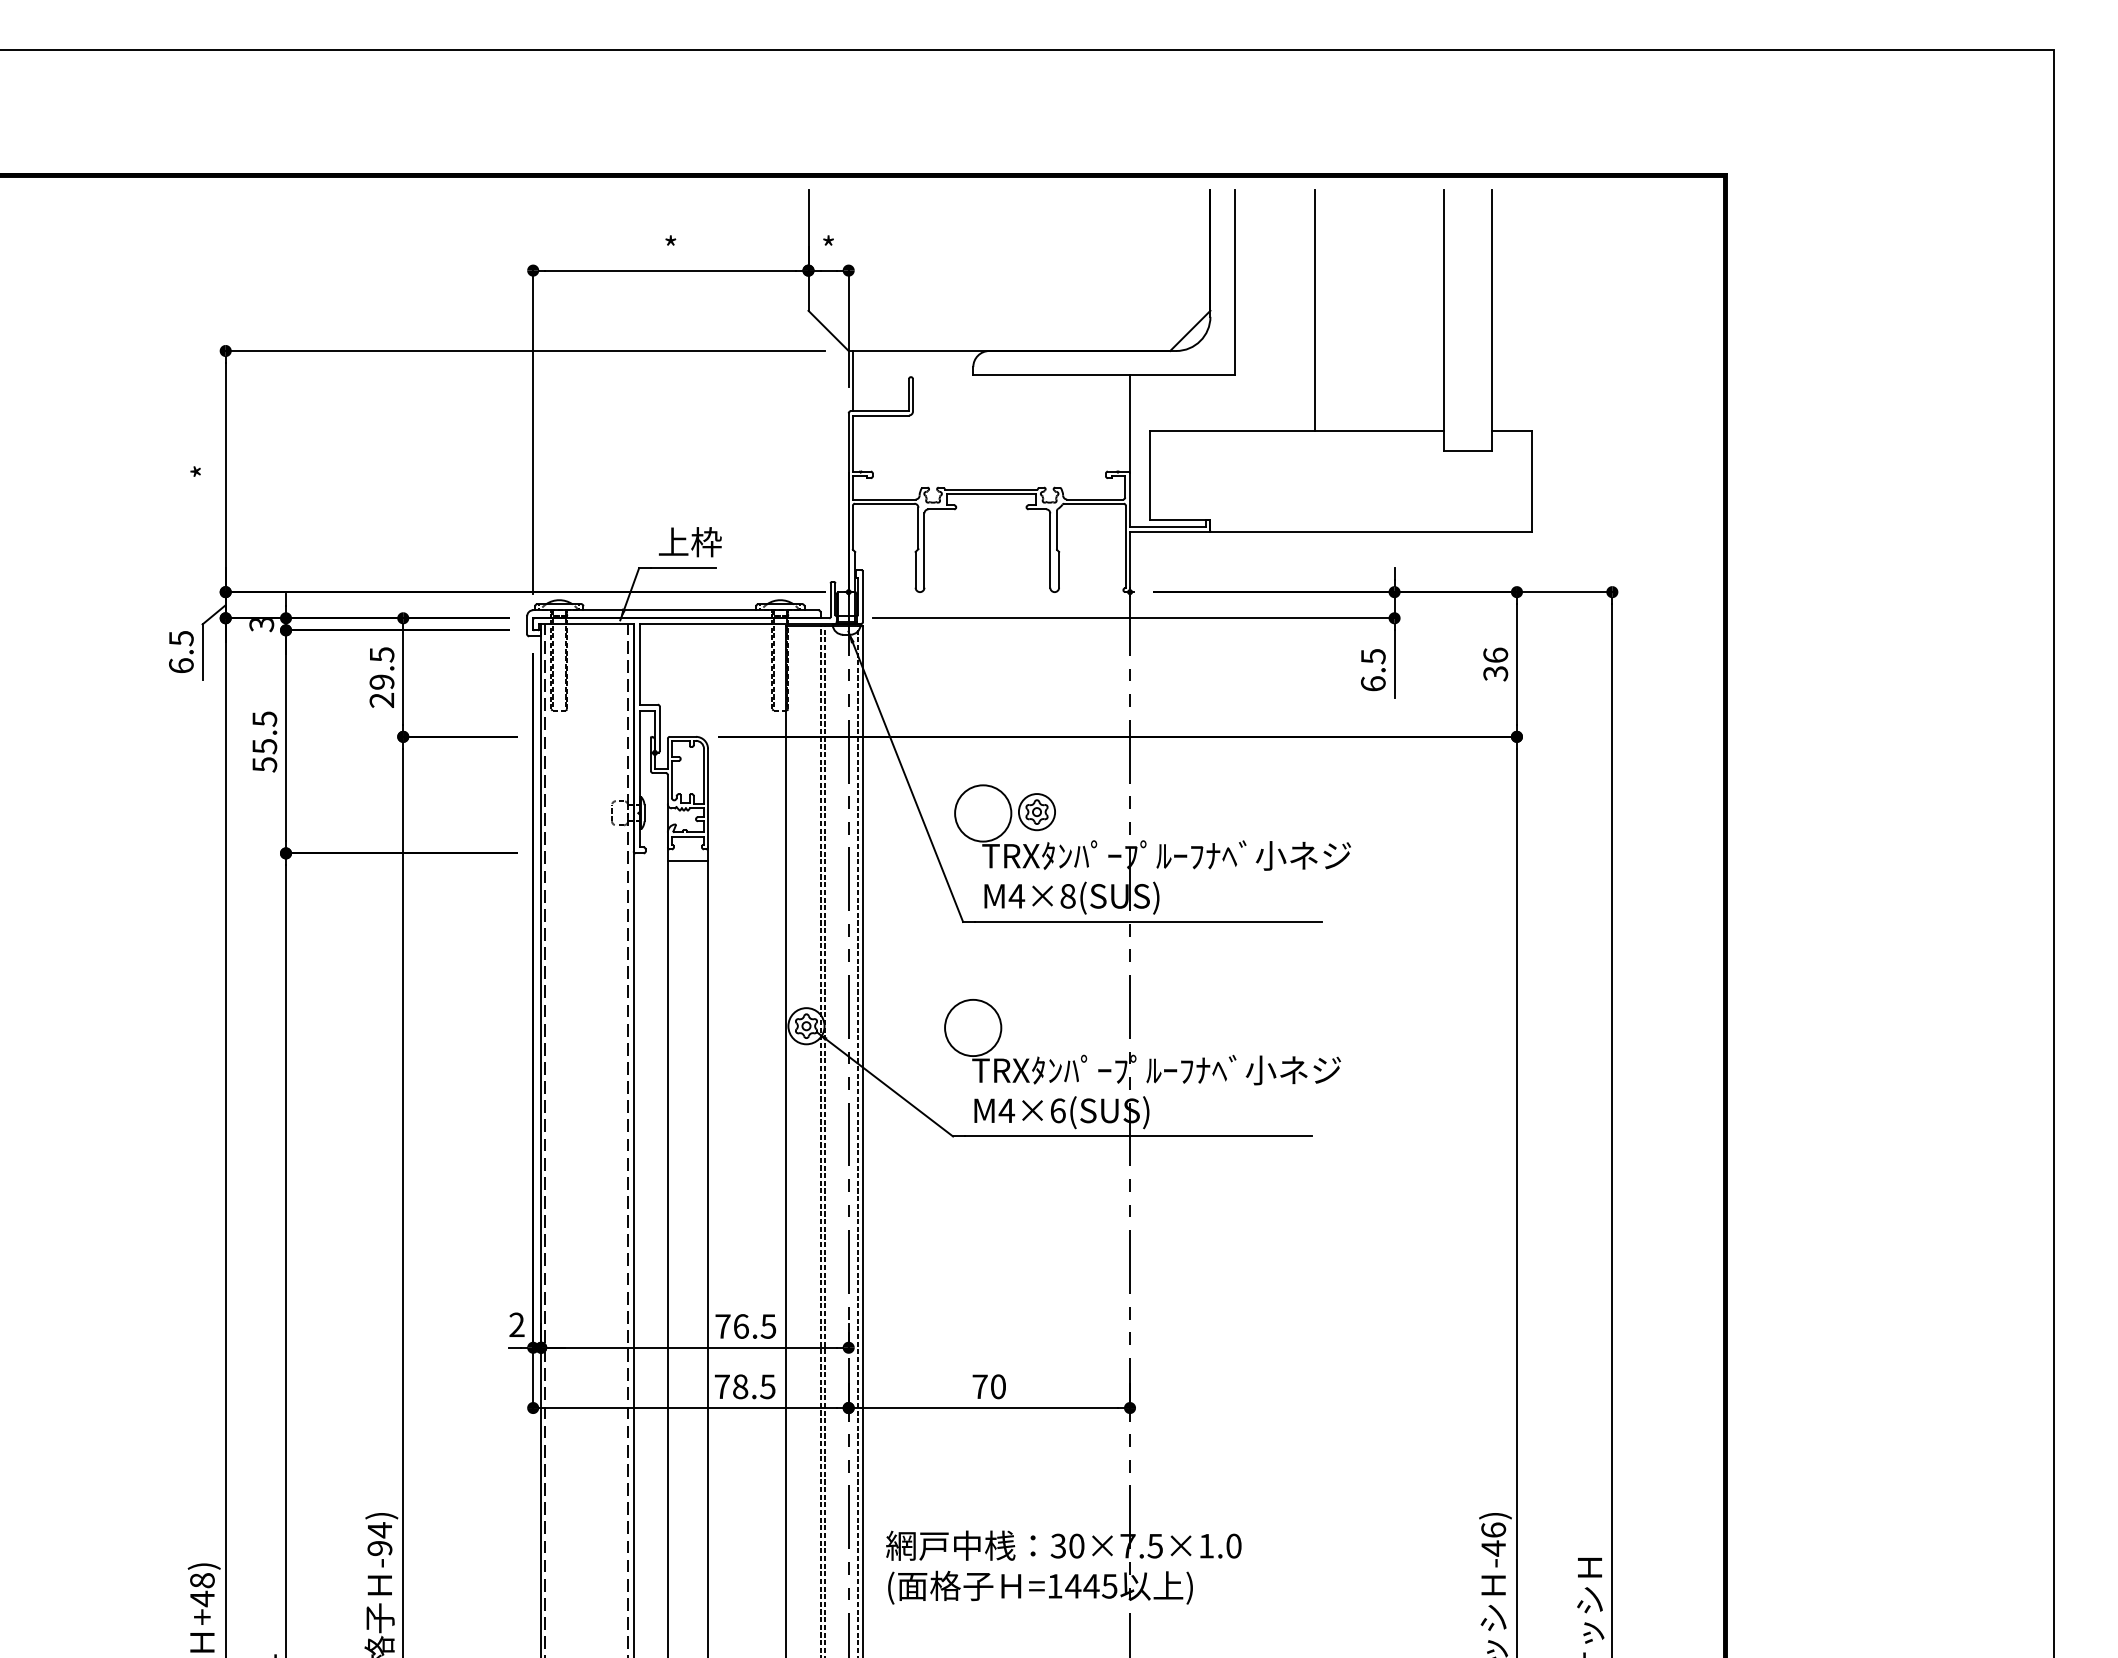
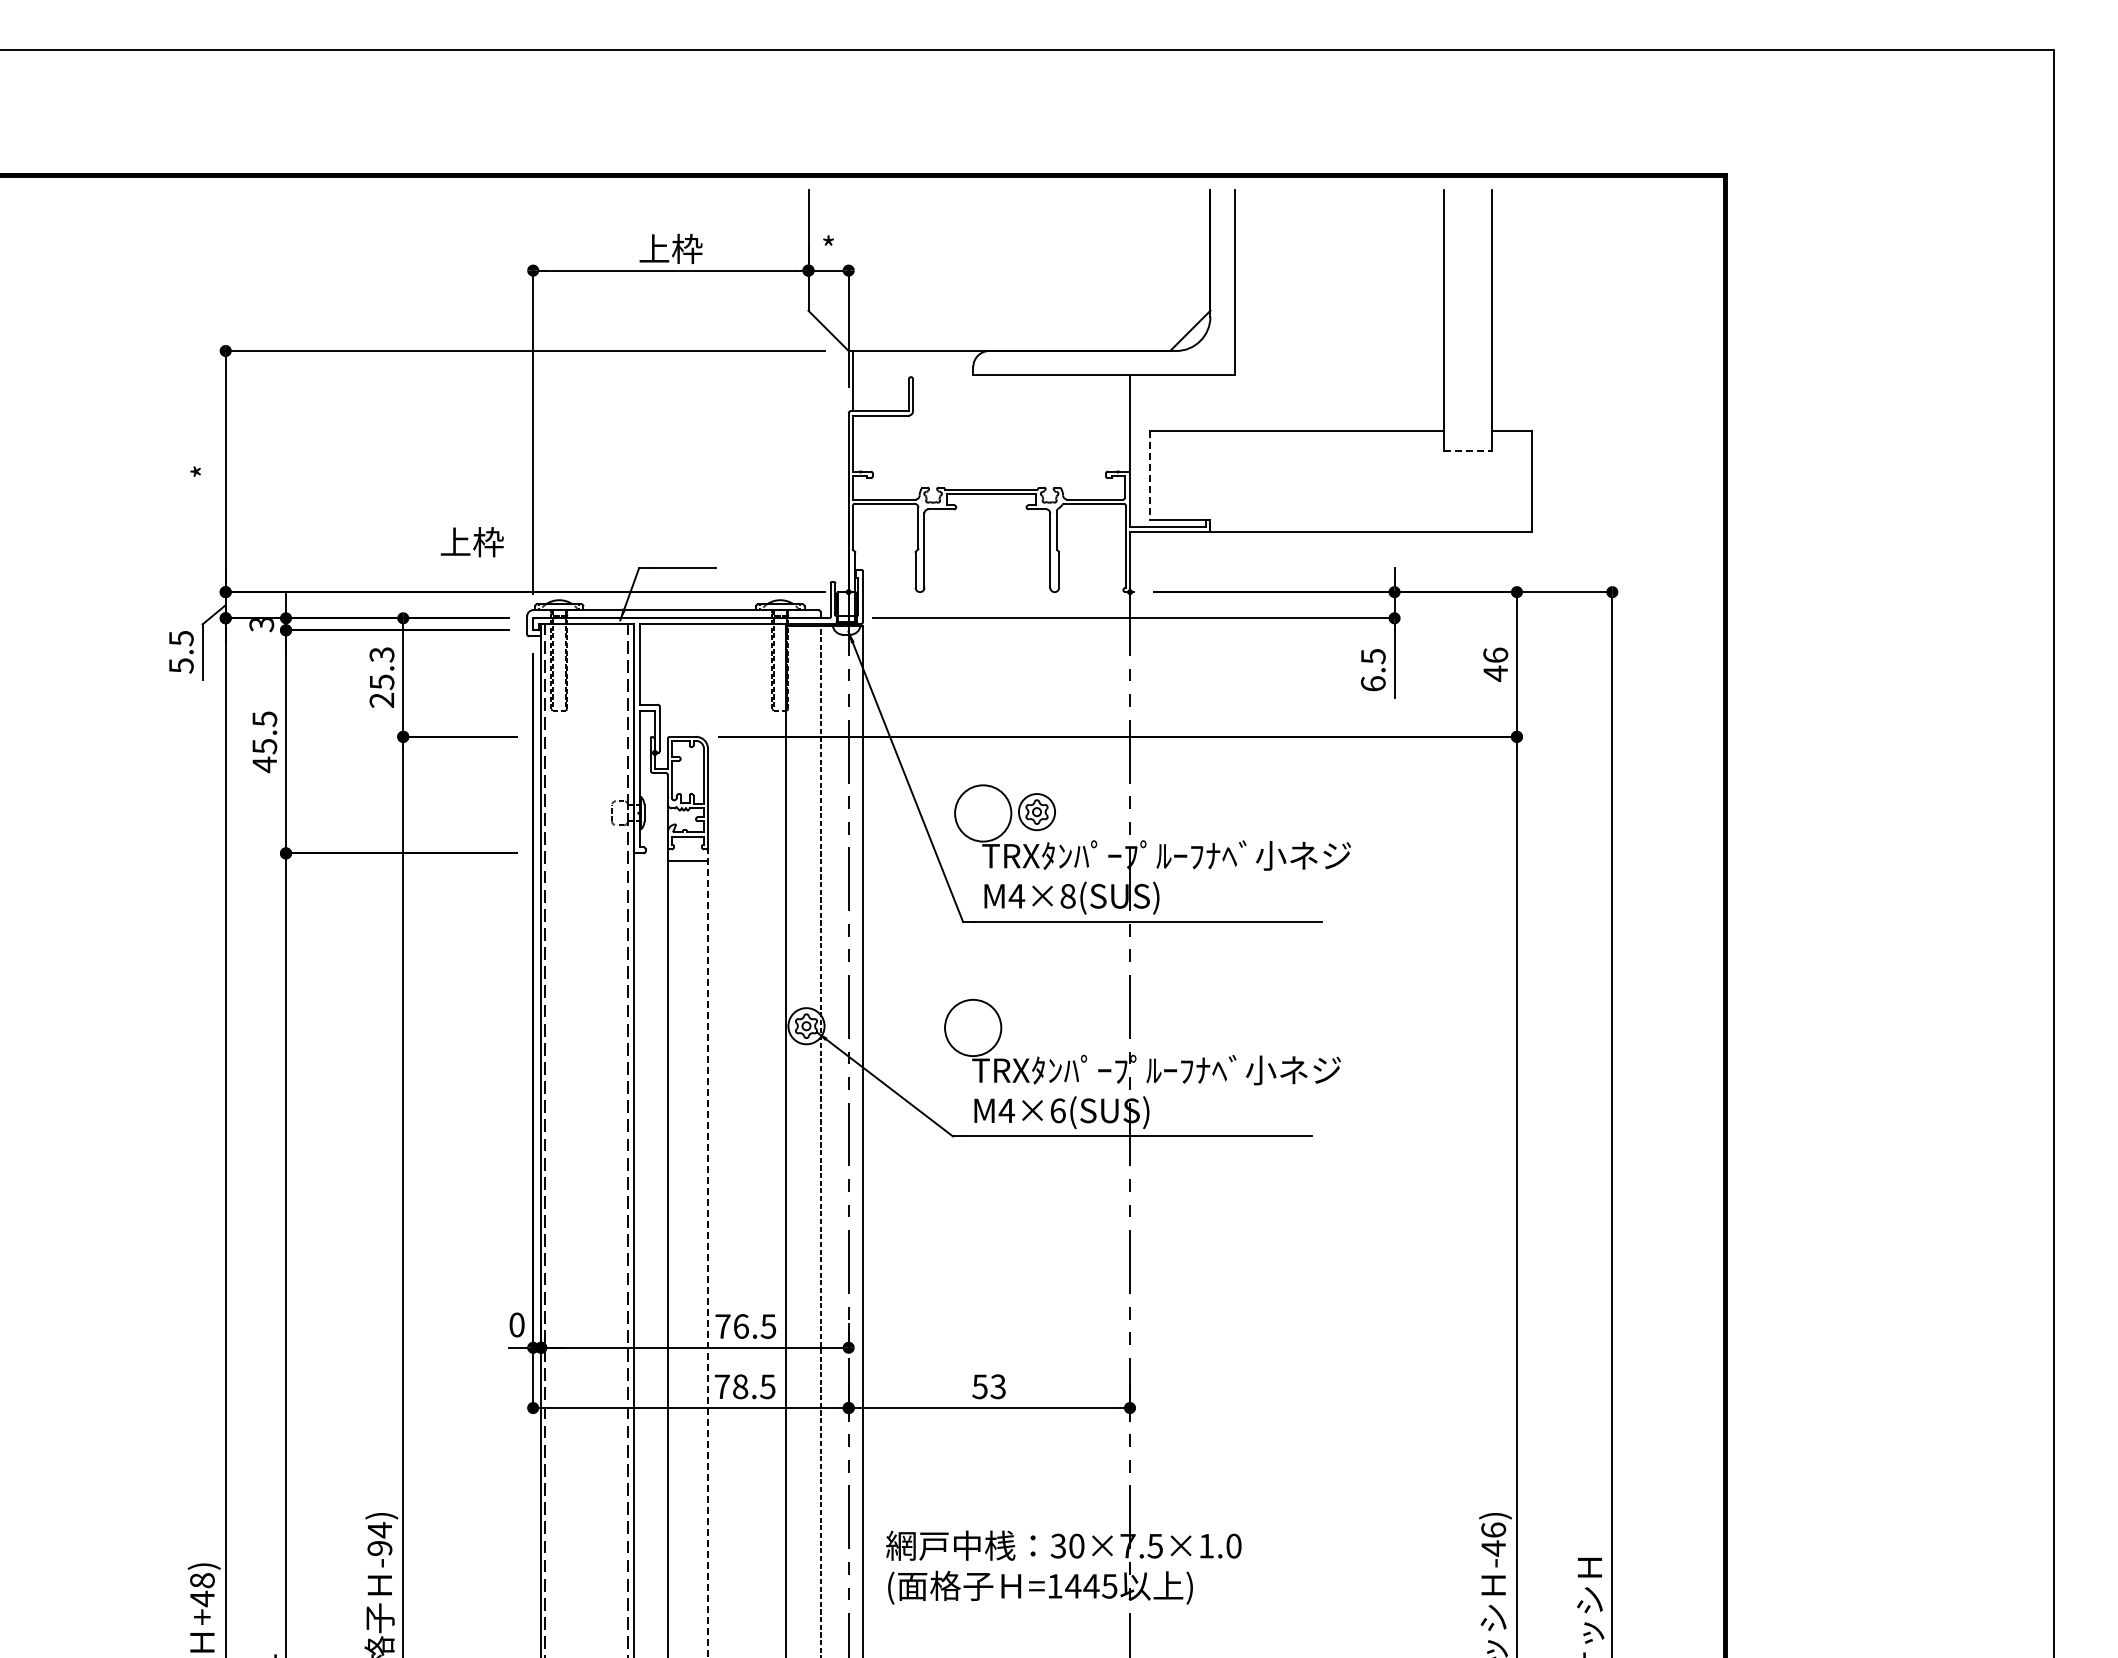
text at (670, 248): * -> 上枠
line at (1314, 310): present -> none
line at (1468, 451): solid -> dashed
line at (1150, 476): solid -> dashed
text at (690, 542) position: (690, 542) -> (472, 542)
text at (181, 665): 6.5 -> 5.5
text at (381, 668): 29.5 -> 25.3
text at (1495, 673): 36 -> 46
text at (264, 764): 55.5 -> 45.5
line at (824, 1140): present -> none
line at (857, 1140): present -> none
line at (708, 1252): solid -> dashed
text at (516, 1324): 2 -> 0
text at (988, 1386): 70 -> 53
